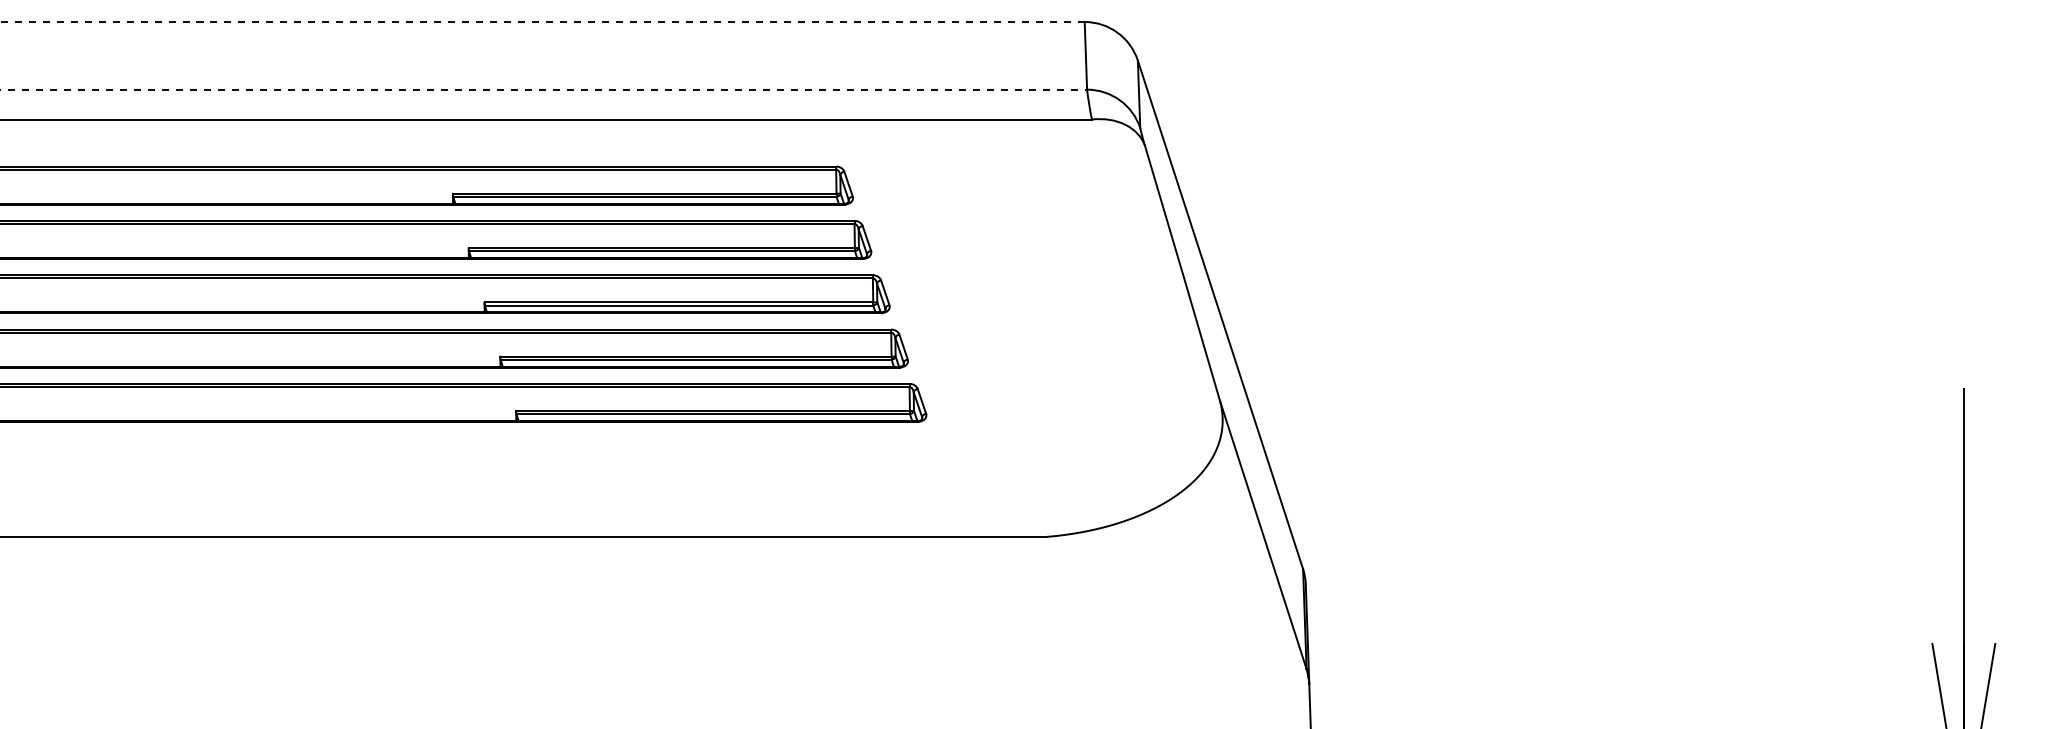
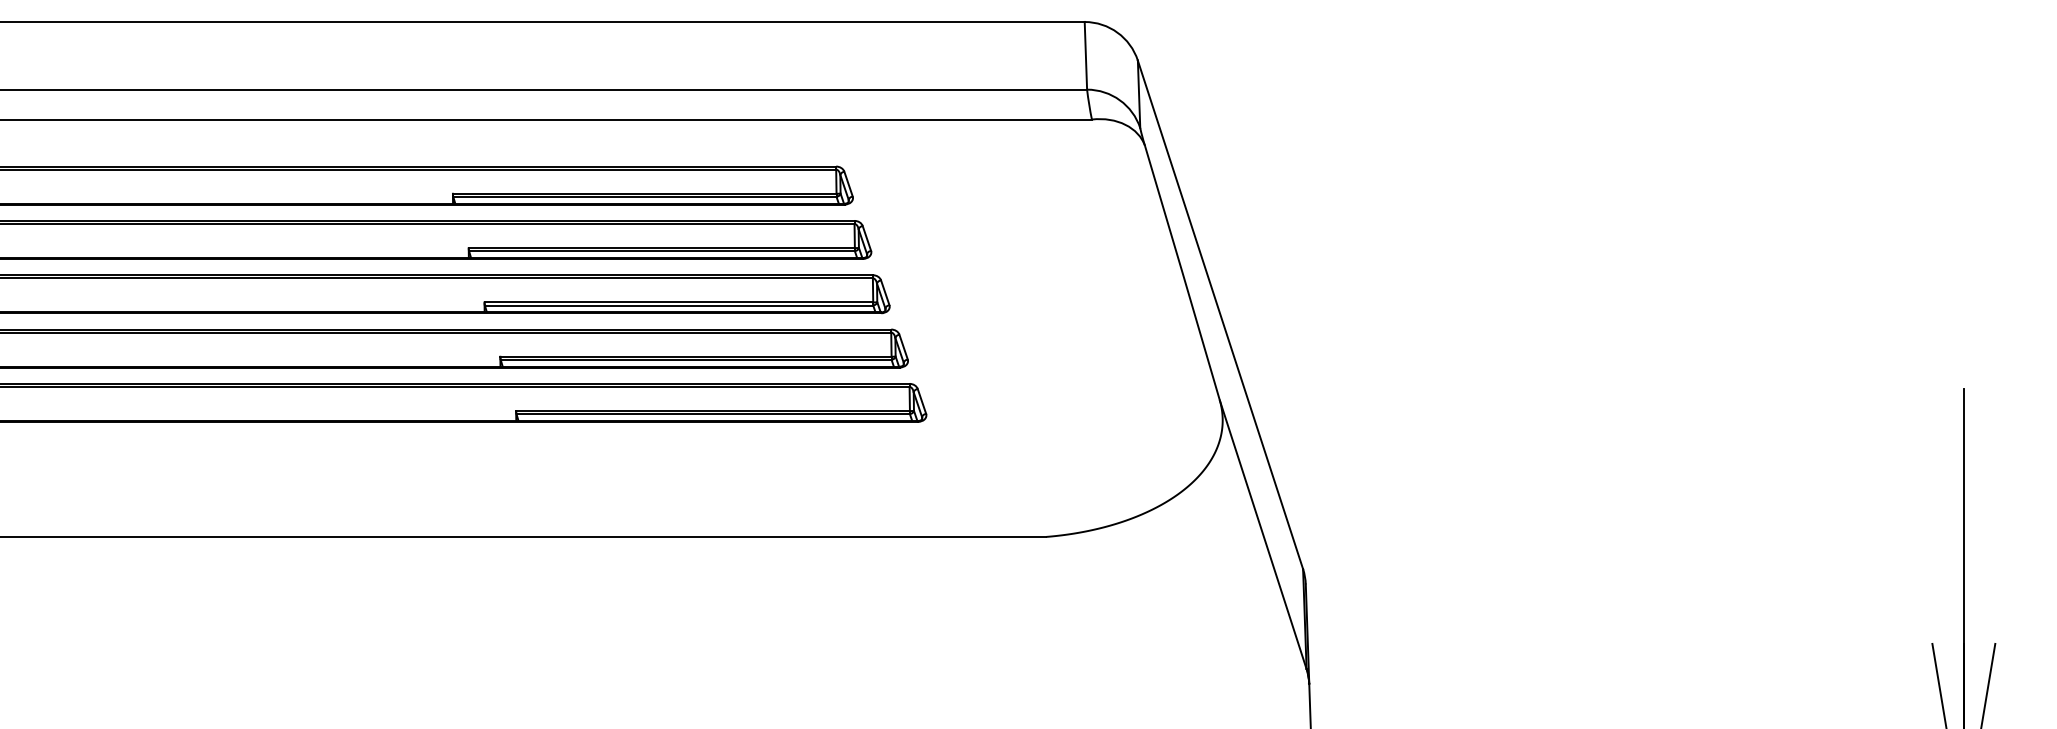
line at (542, 22): dashed -> solid
line at (544, 89): dashed -> solid
